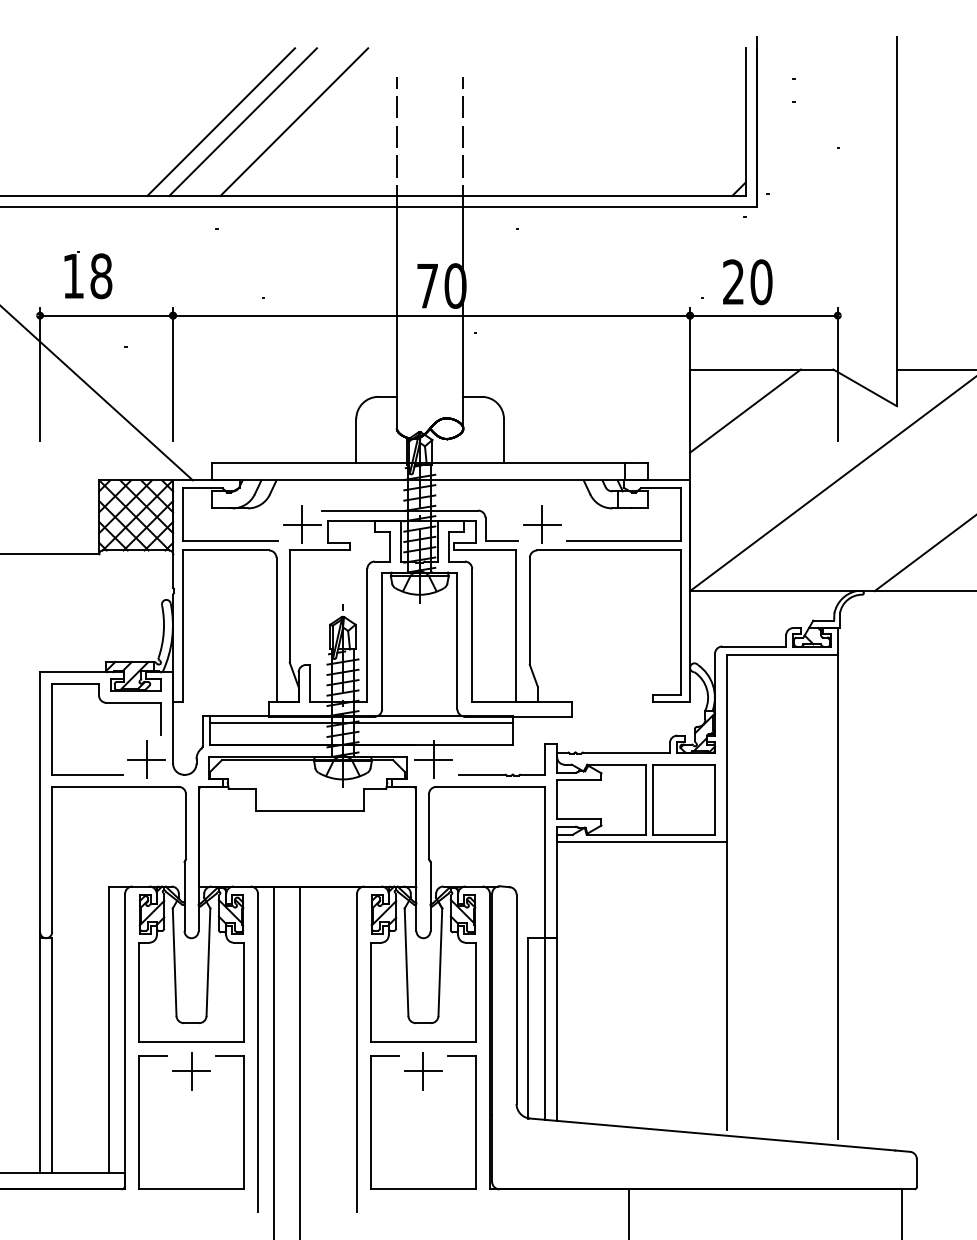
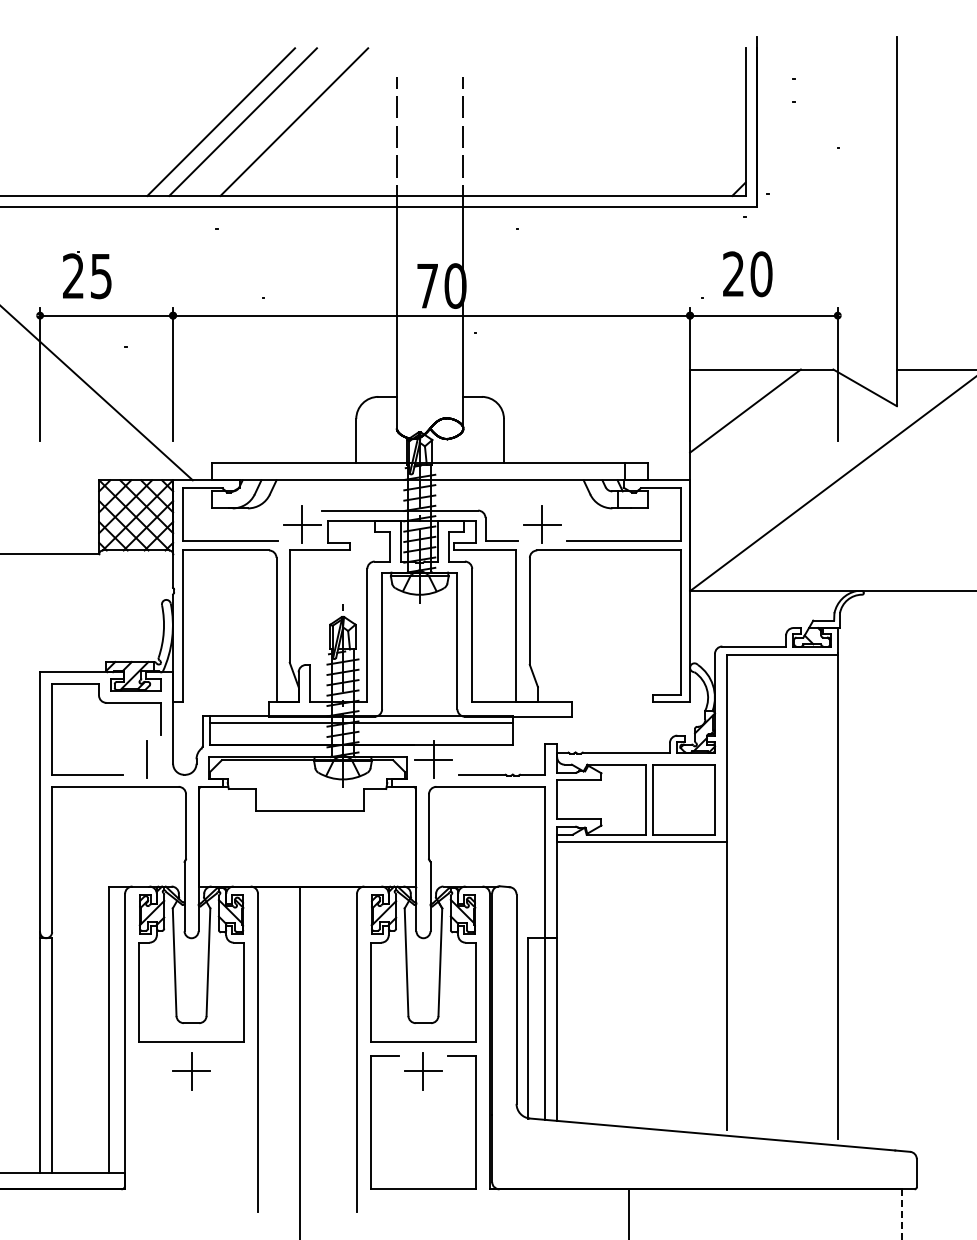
text at (87, 276): 18 -> 25
text at (747, 282) position: (747, 282) -> (747, 274)
line at (923, 554): present -> none
line at (146, 759): present -> none
line at (274, 1061): present -> none
part at (139, 1122): present -> none
line at (902, 1214): solid -> dashed
